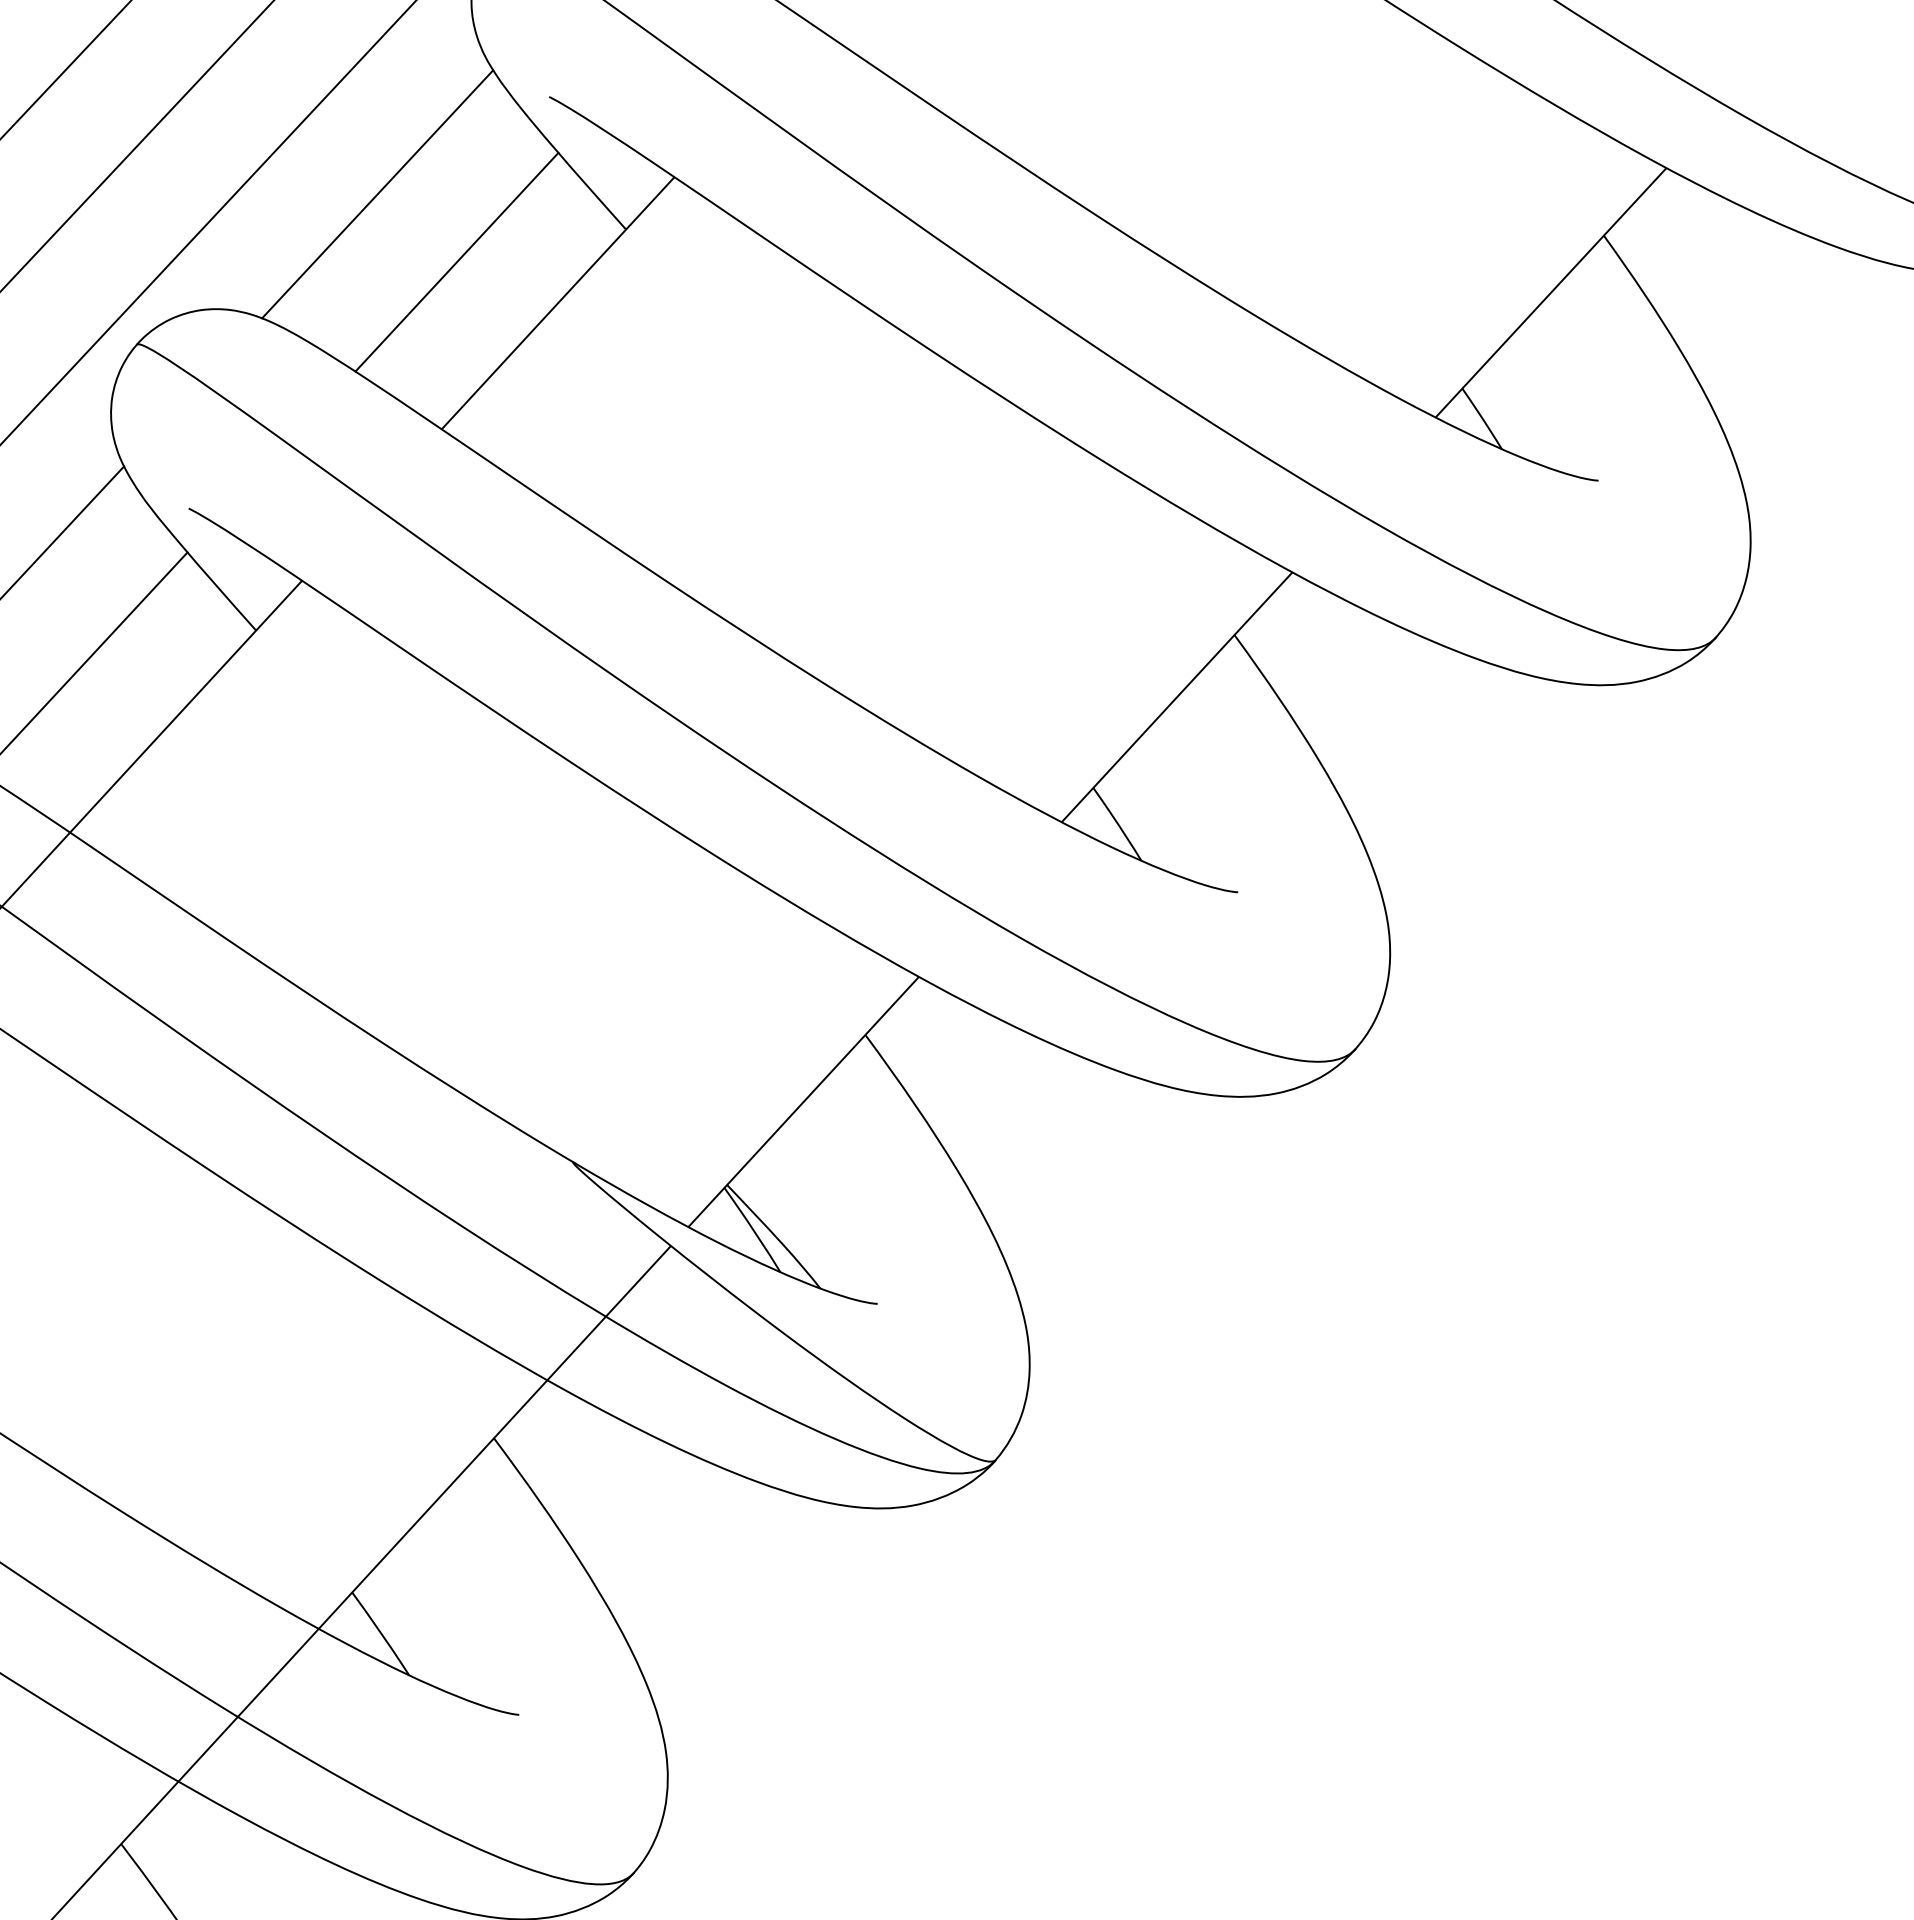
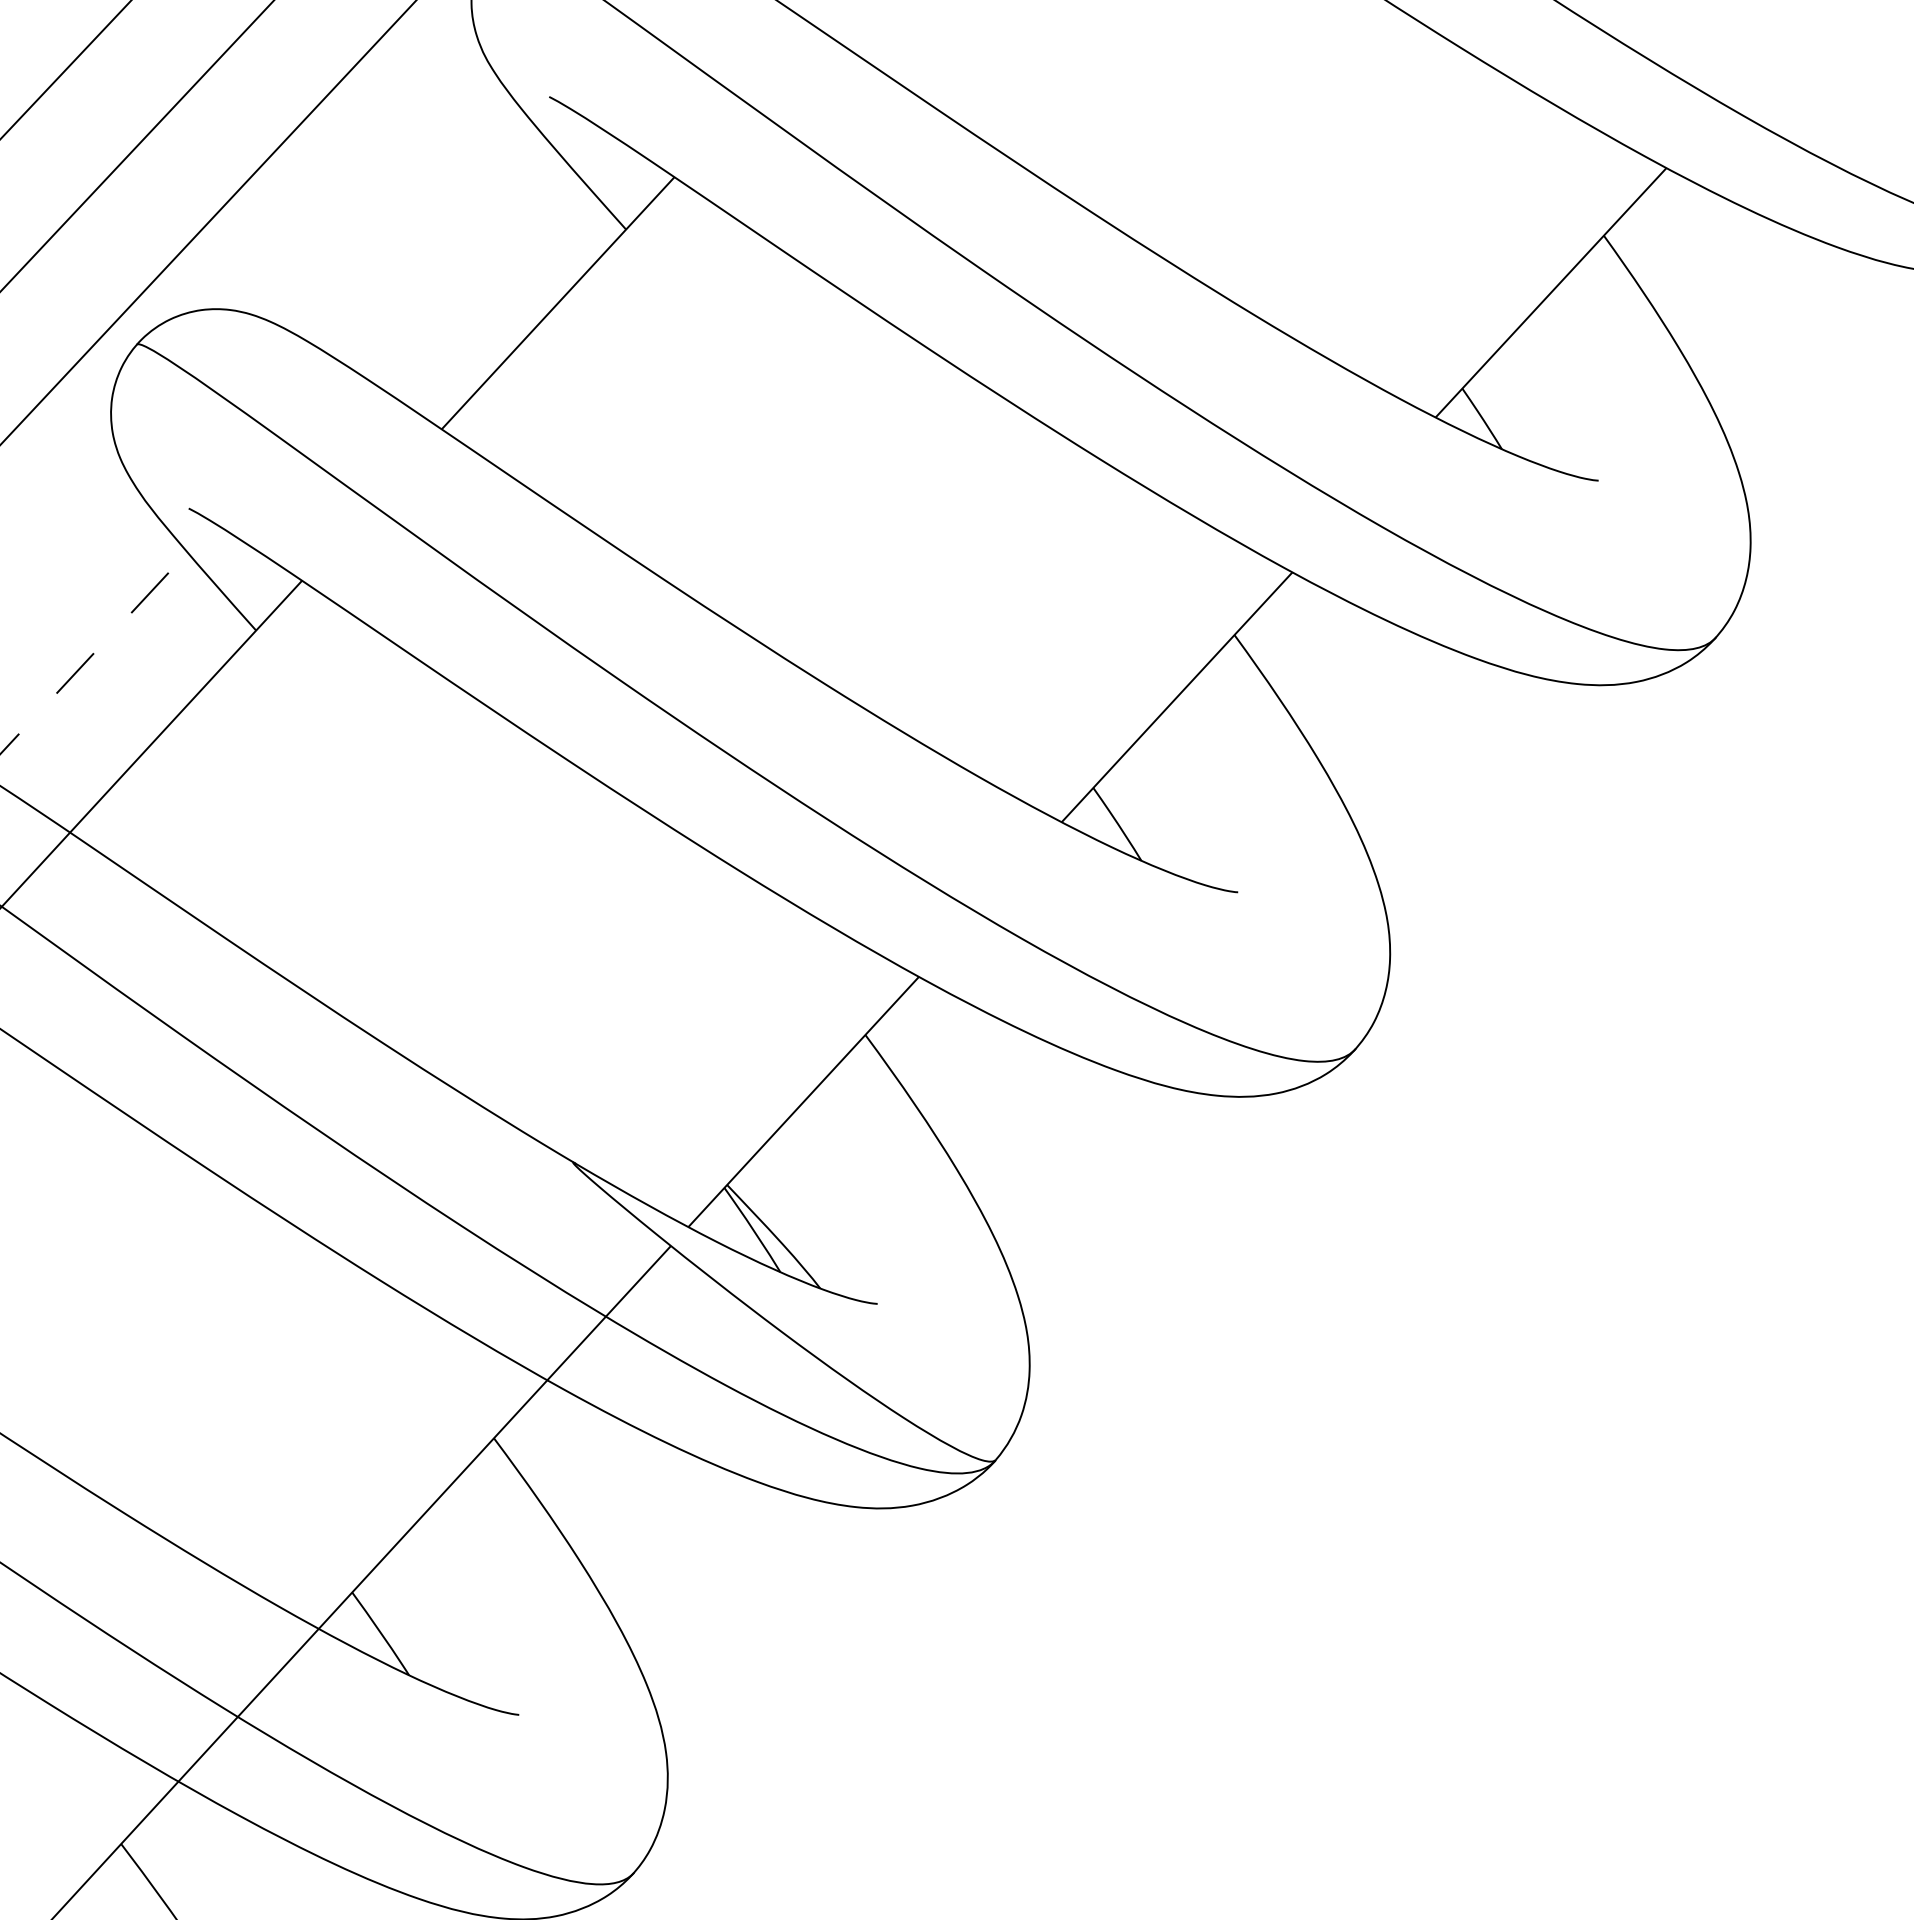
line at (377, 194): present -> none
line at (456, 261): present -> none
line at (63, 531): present -> none
line at (93, 653): solid -> dashed
